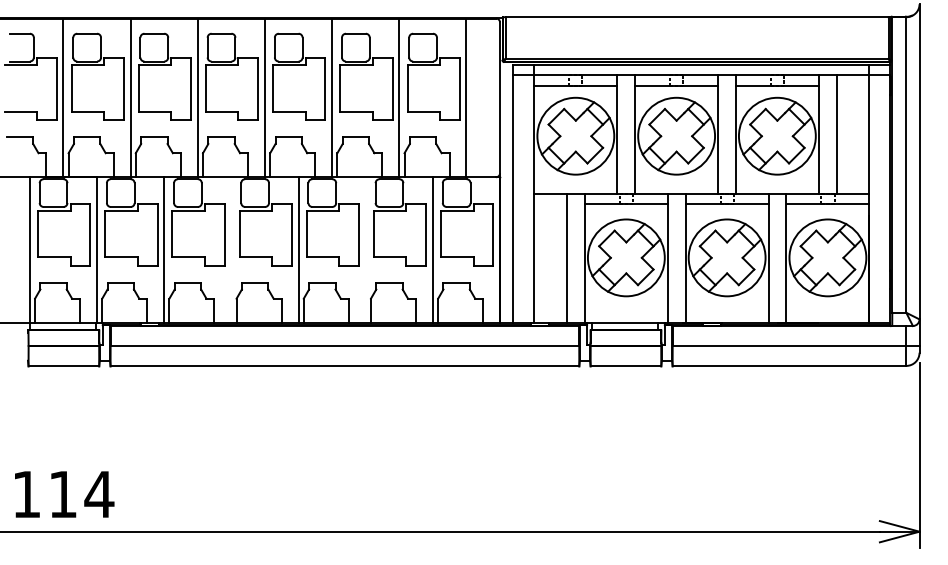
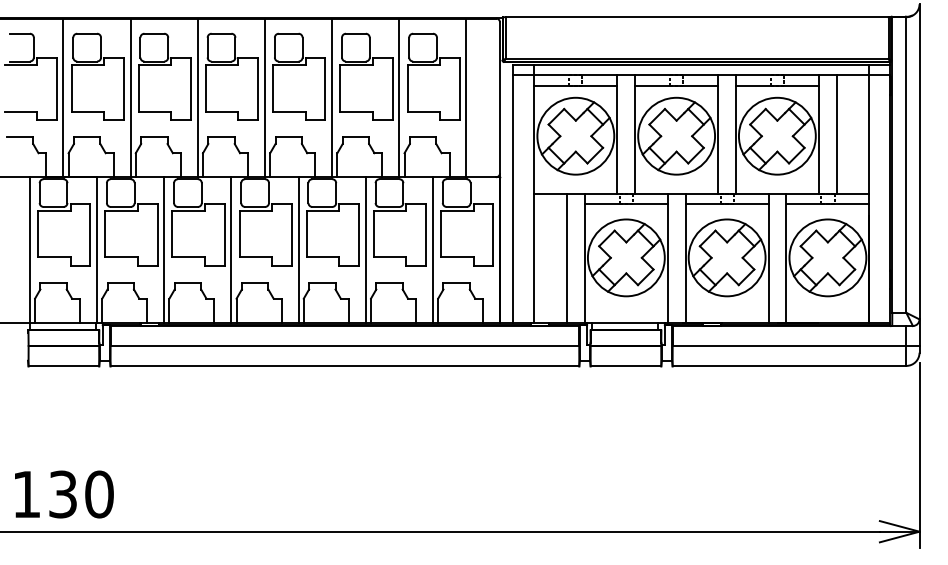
line at (231, 249): none -> present
line at (365, 249): none -> present
text at (81, 494): 114 -> 130
